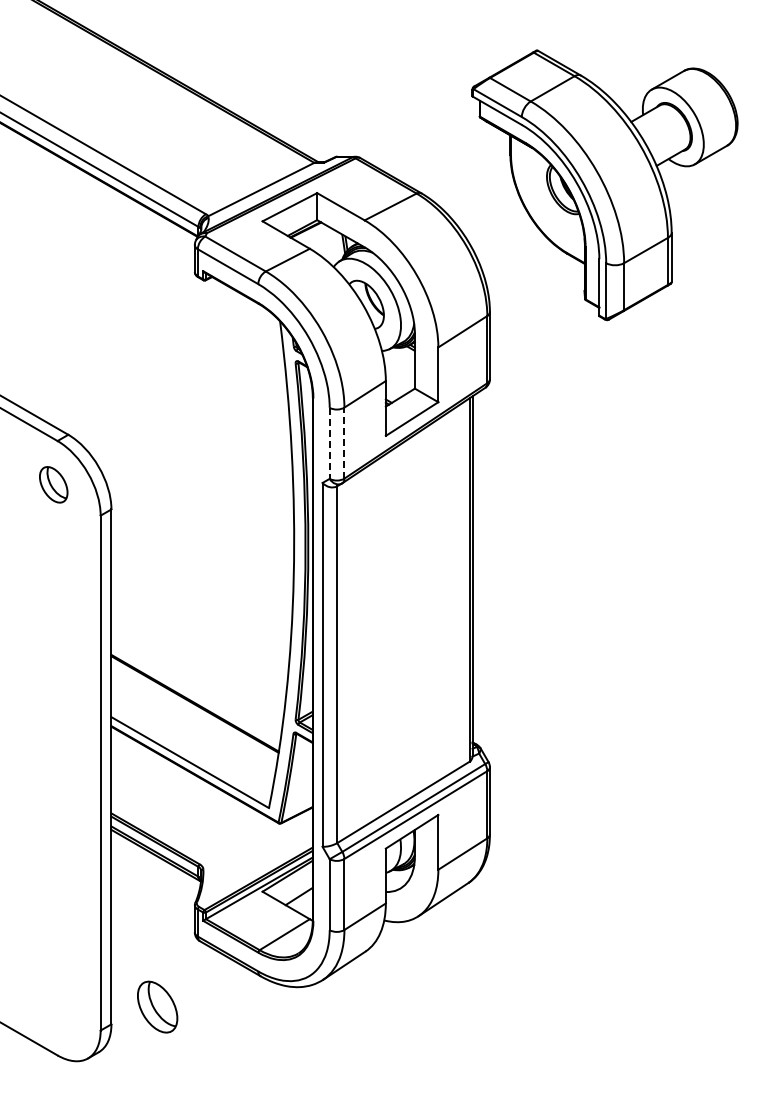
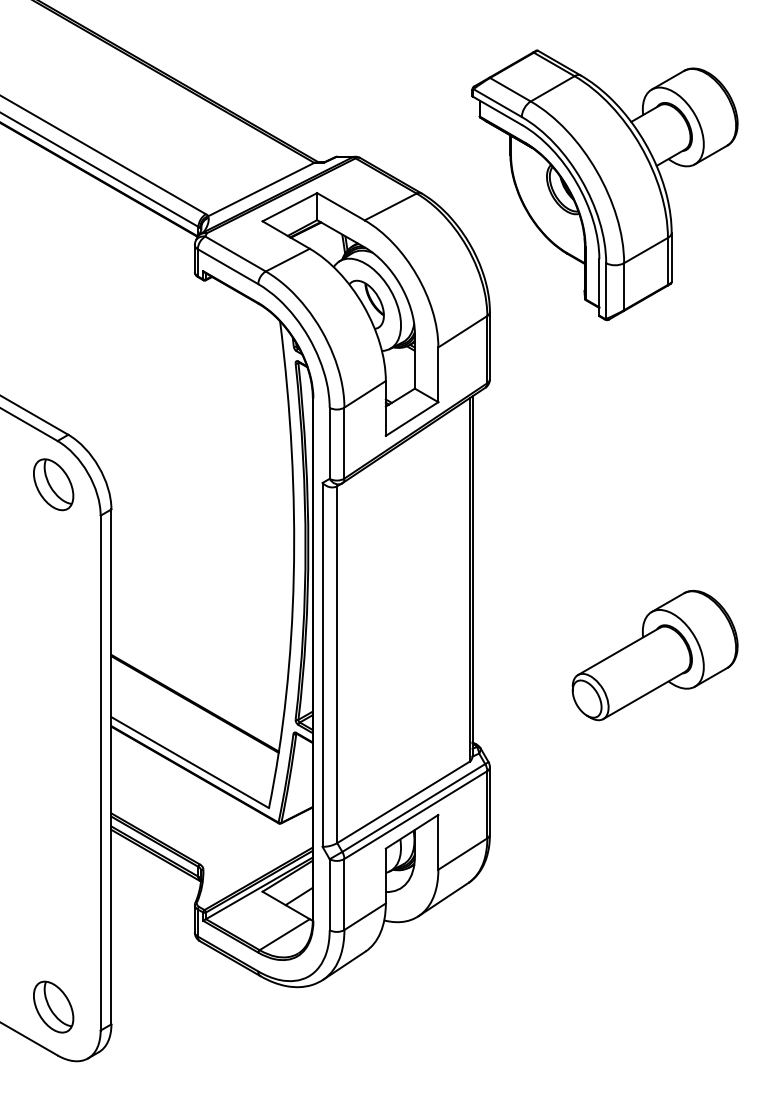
line at (329, 443): dashed -> solid
line at (344, 443): dashed -> solid
part at (53, 484) size: 30x38 px -> 42x54 px
part at (654, 655): none -> present
part at (157, 1006) position: (157, 1006) -> (53, 1006)
